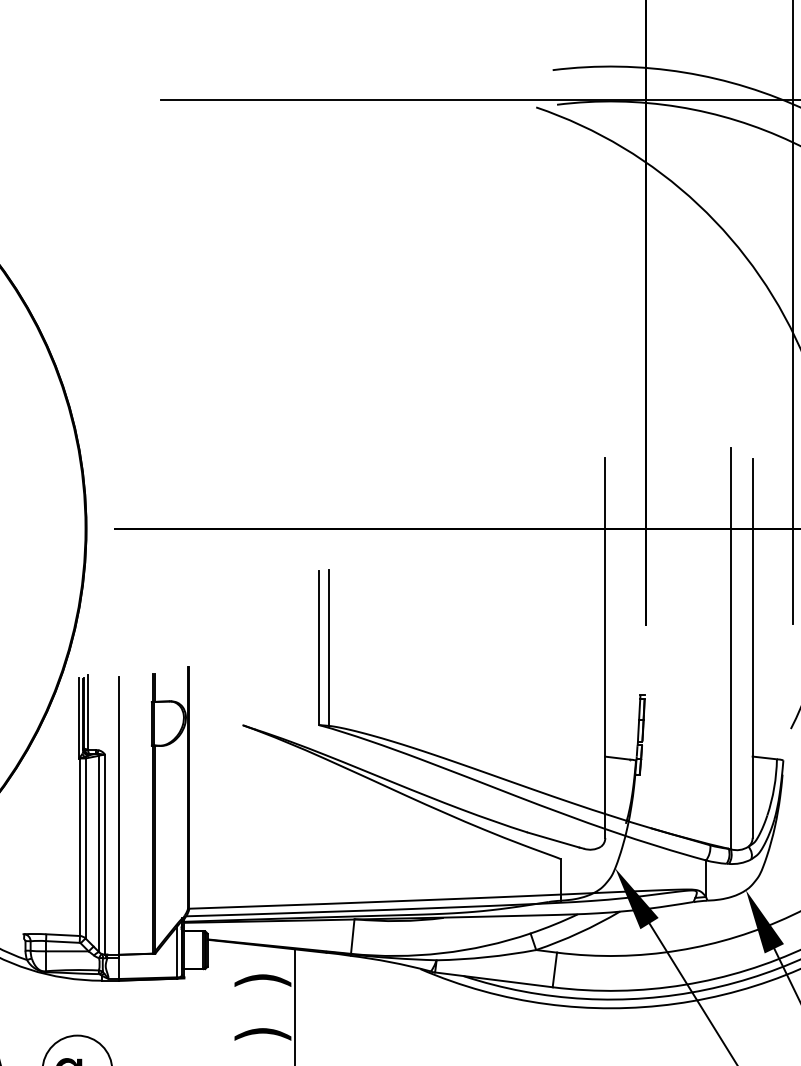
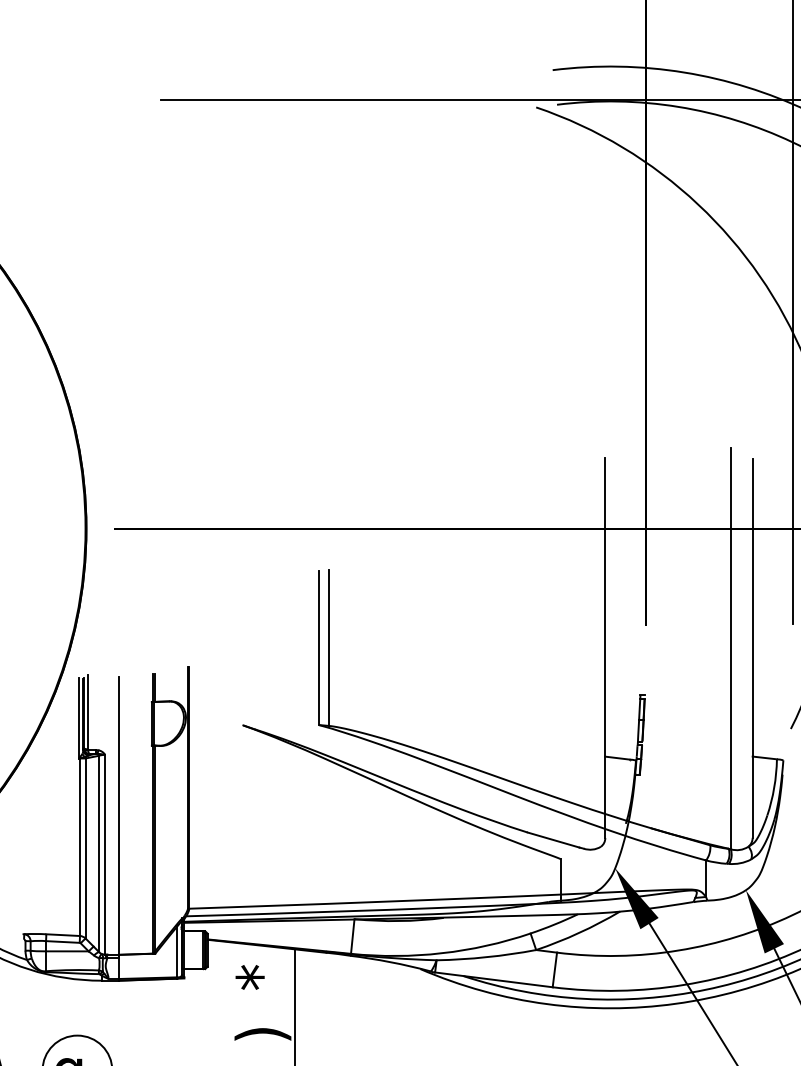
text at (262, 977): ) -> *
